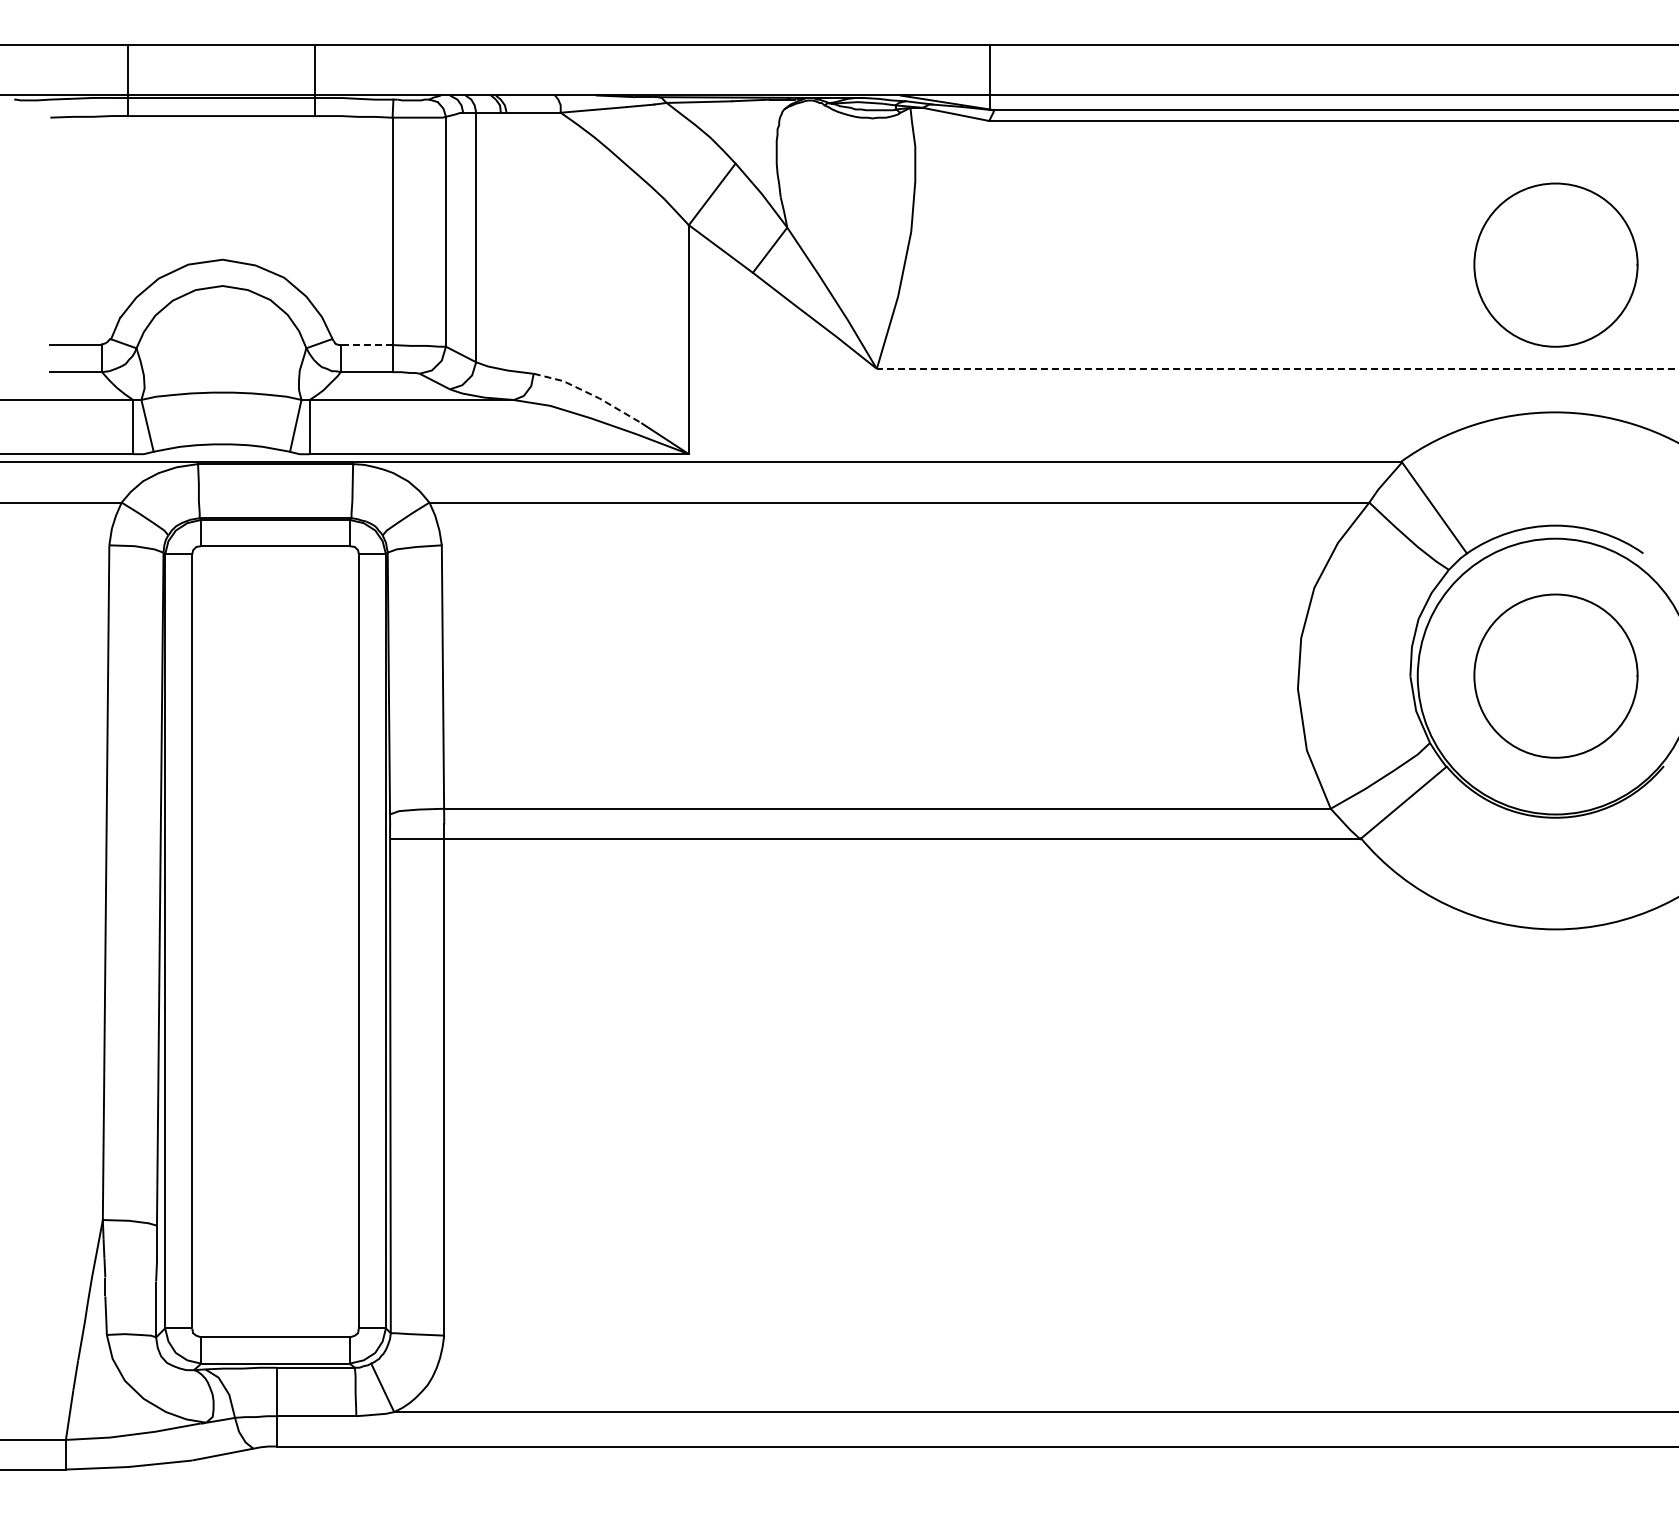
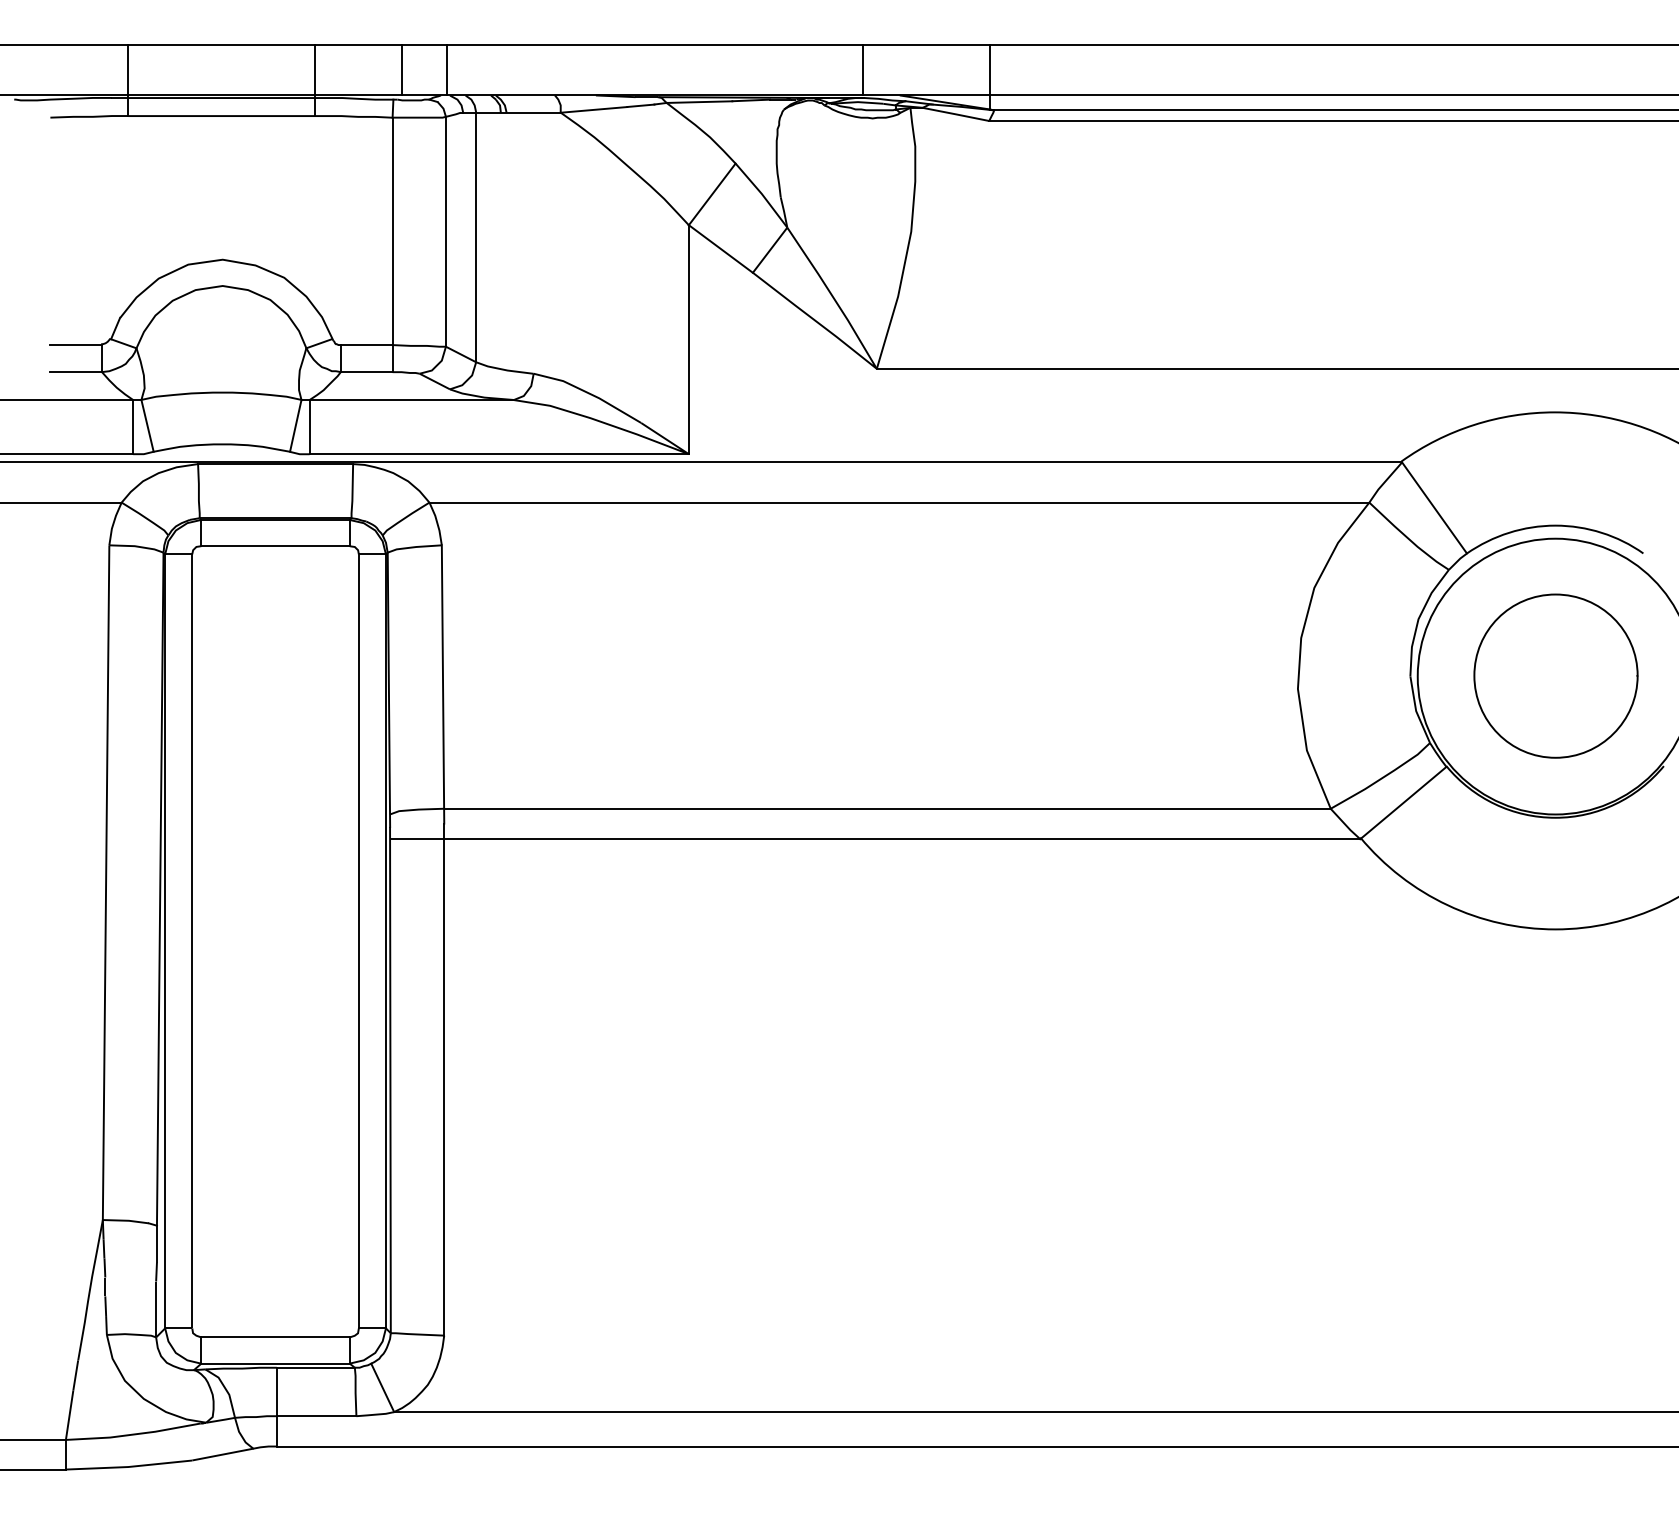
line at (401, 70): none -> present
line at (446, 70): none -> present
line at (862, 70): none -> present
curve at (1539, 186): present -> none
line at (366, 345): dashed -> solid
line at (1277, 368): dashed -> solid
line at (589, 393): dashed -> solid
